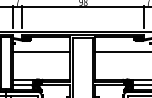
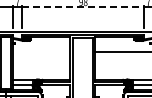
line at (83, 7): solid -> dashed
line at (41, 52): present -> none
